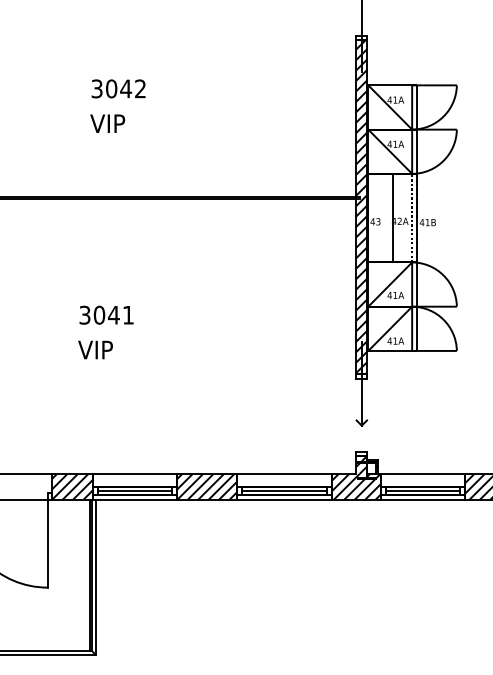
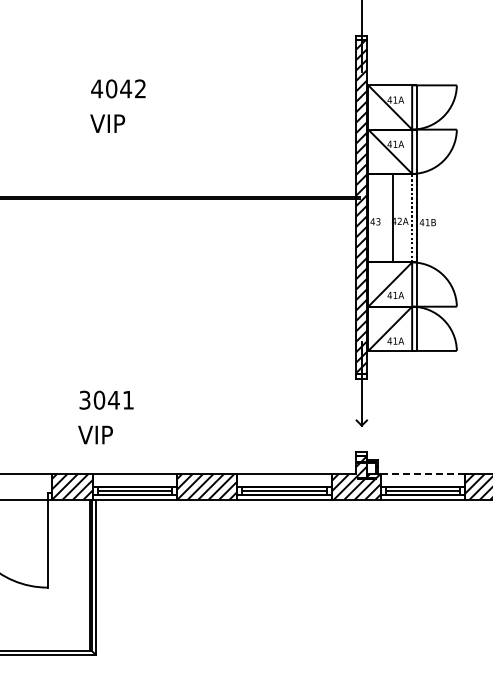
text at (97, 88): 3042 -> 4042
text at (105, 332) position: (105, 332) -> (105, 417)
line at (422, 474): solid -> dashed
